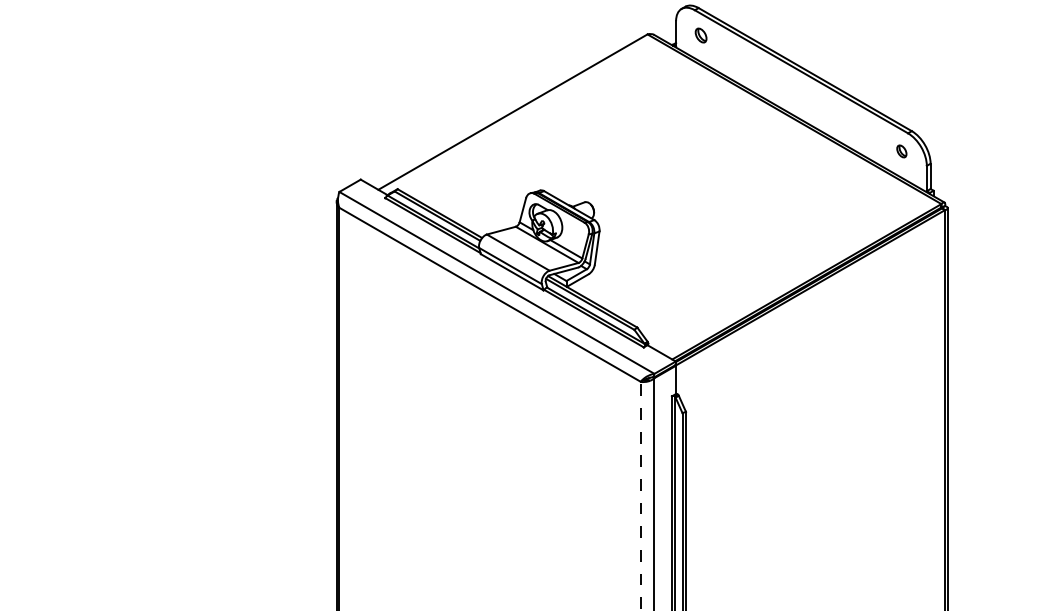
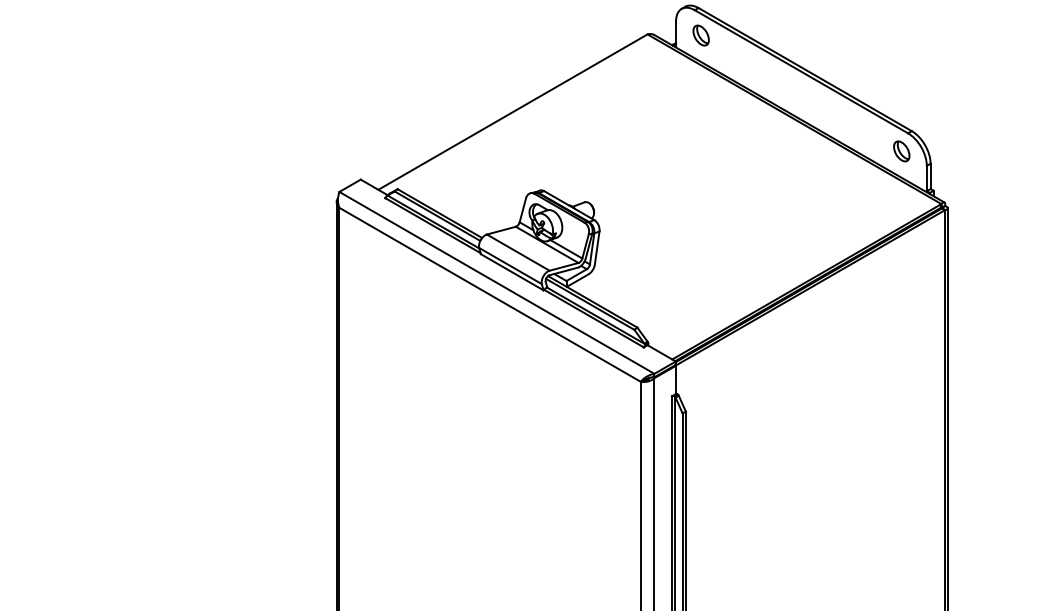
part at (700, 35) size: 14x17 px -> 18x23 px
part at (901, 151) size: 12x15 px -> 18x23 px
line at (640, 495): dashed -> solid
